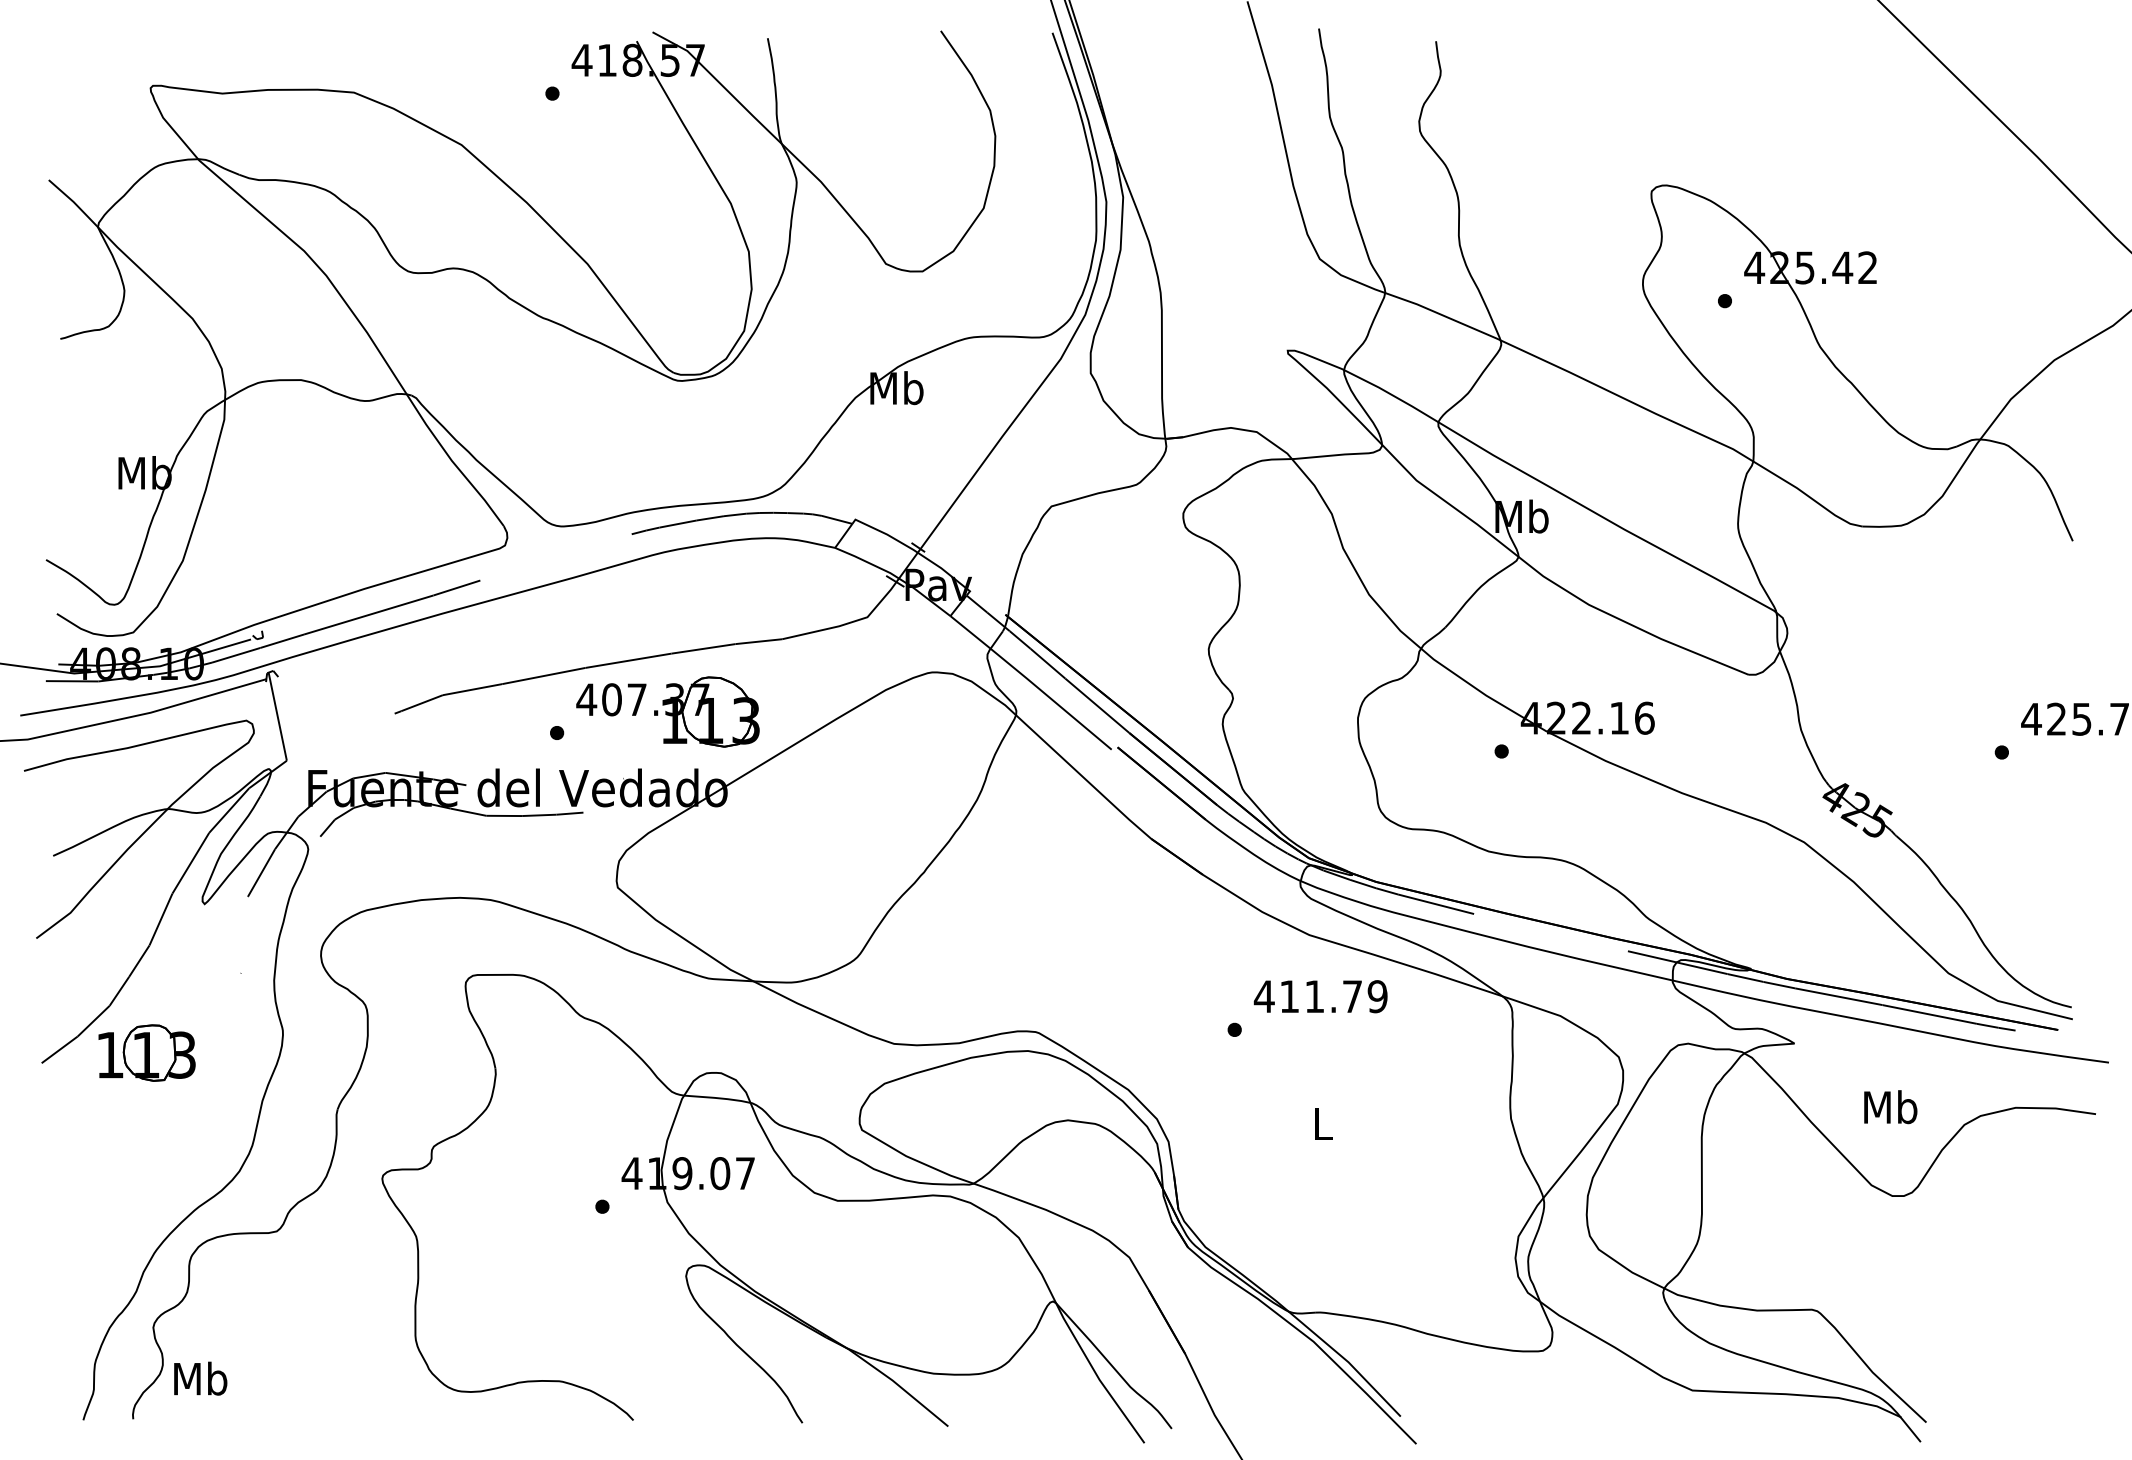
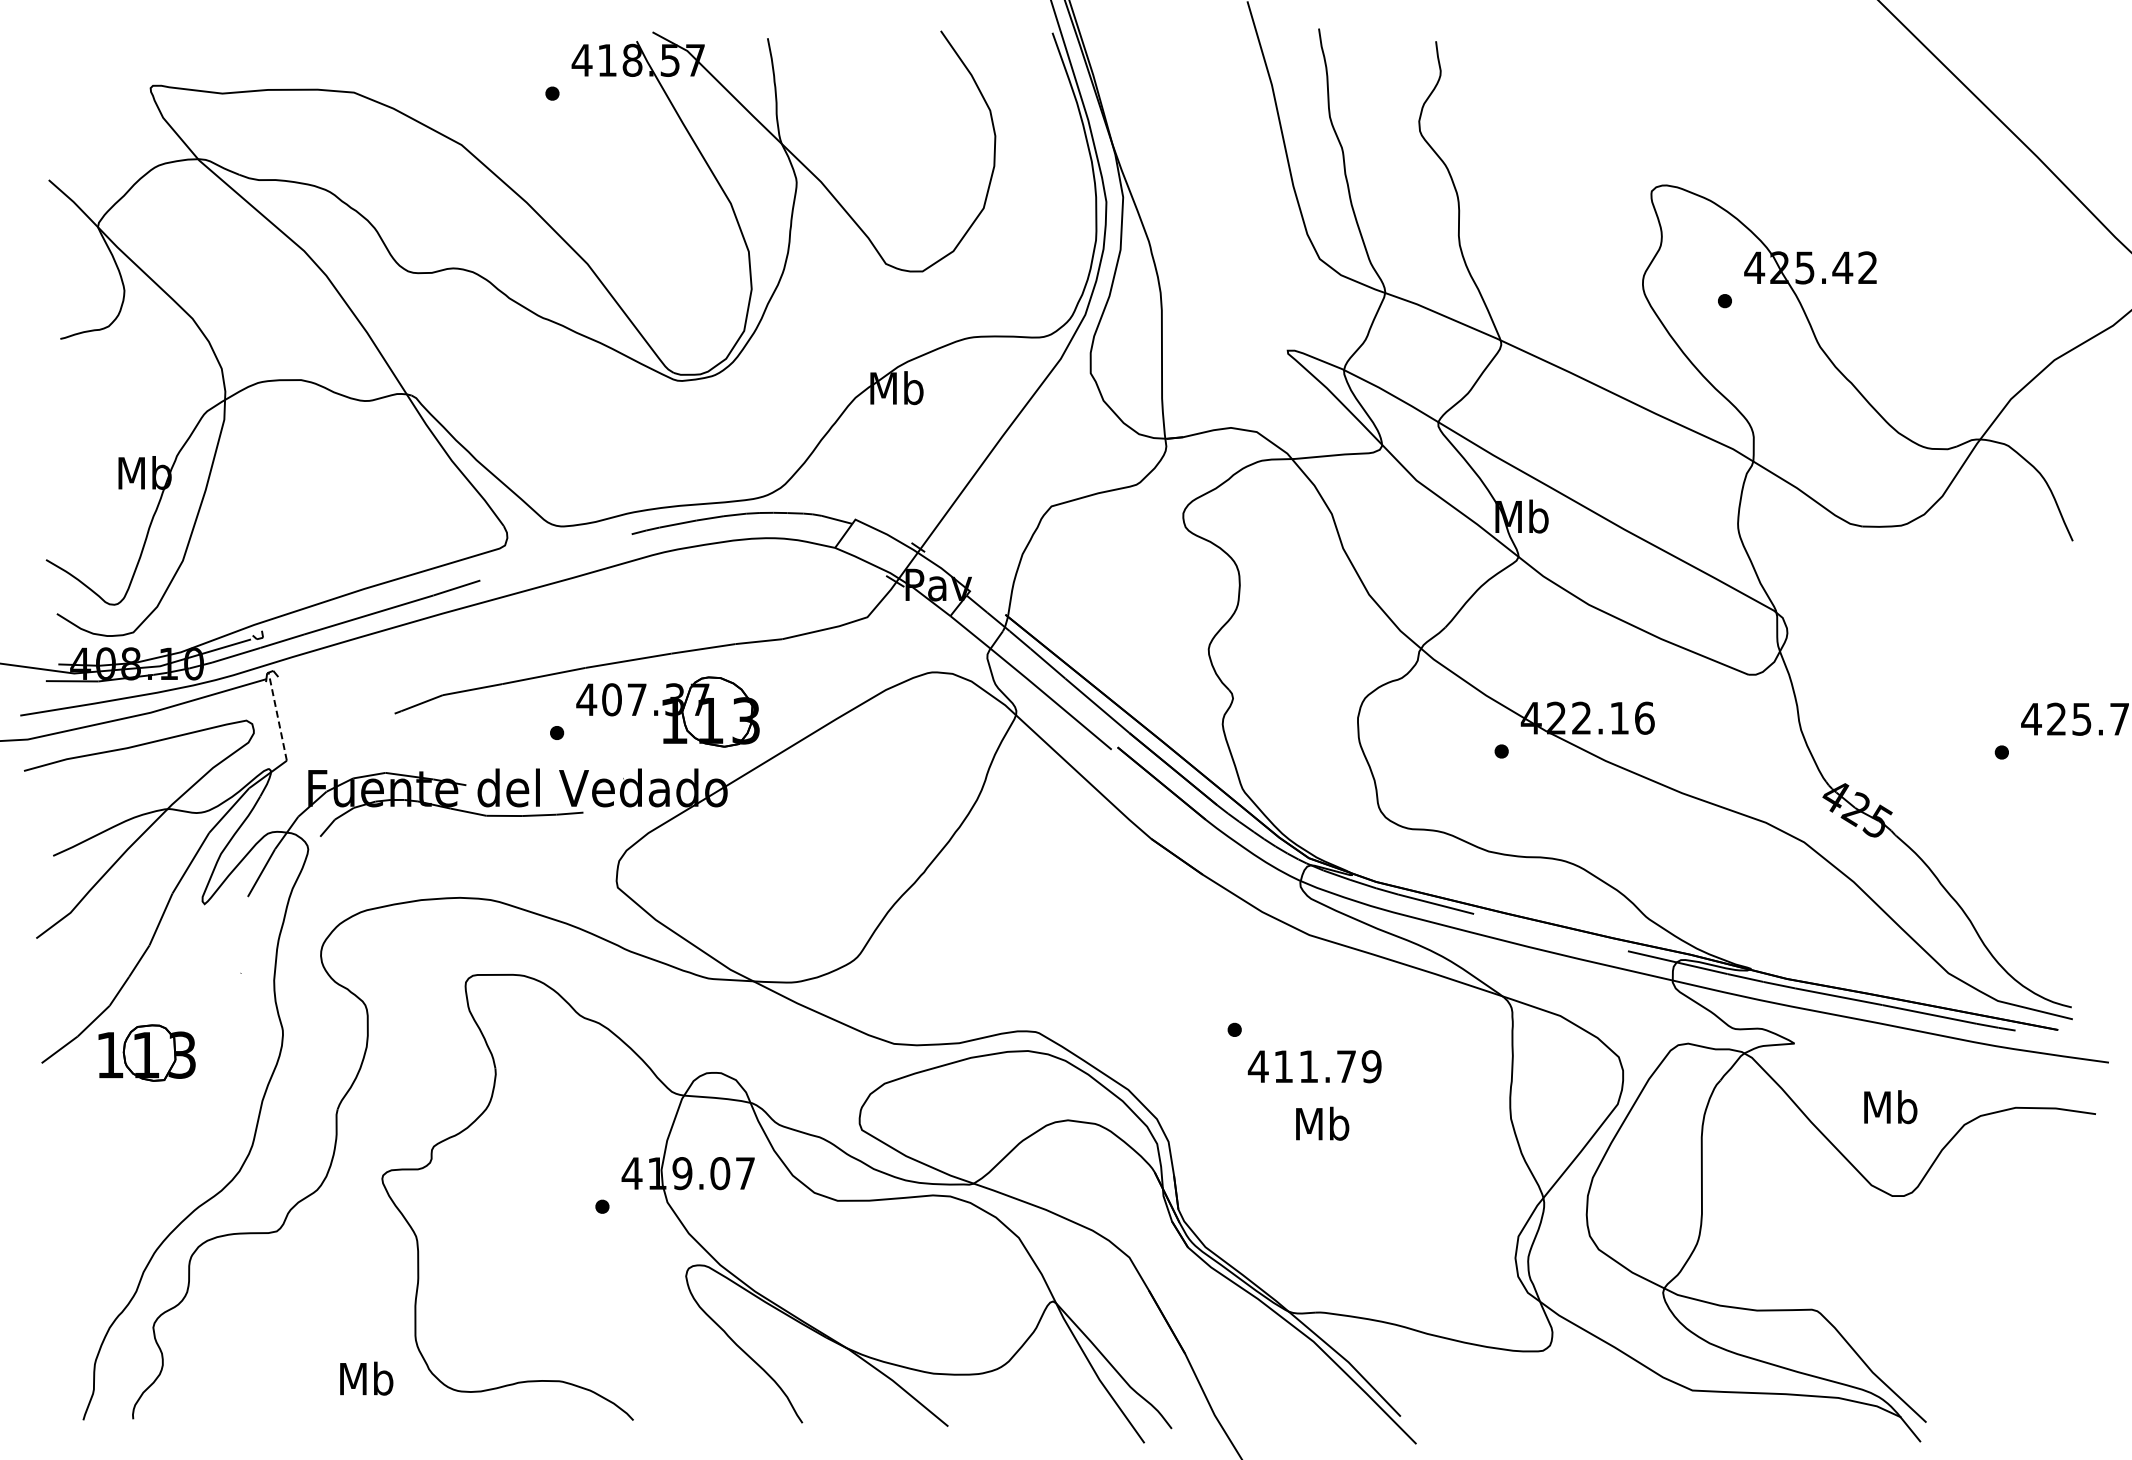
line at (277, 716): solid -> dashed
text at (1320, 996) position: (1320, 996) -> (1314, 1066)
text at (1322, 1123): L -> Mb
text at (200, 1378) position: (200, 1378) -> (366, 1378)
